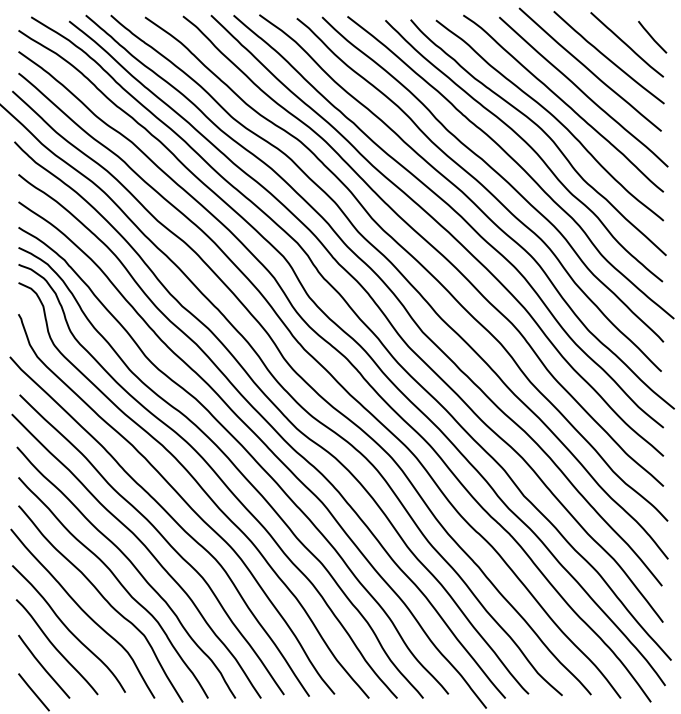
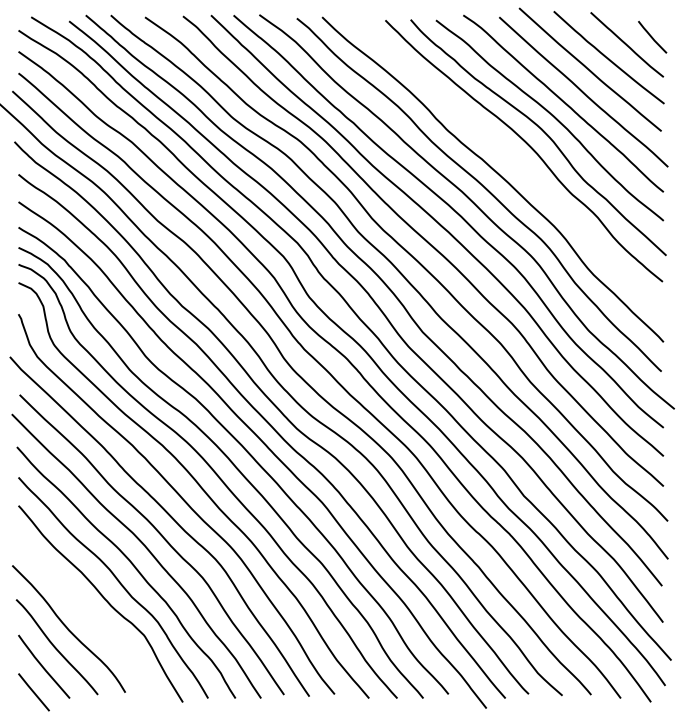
curve at (514, 162): present -> none
curve at (83, 612): present -> none
